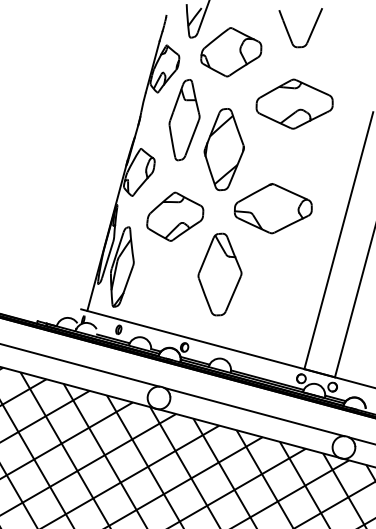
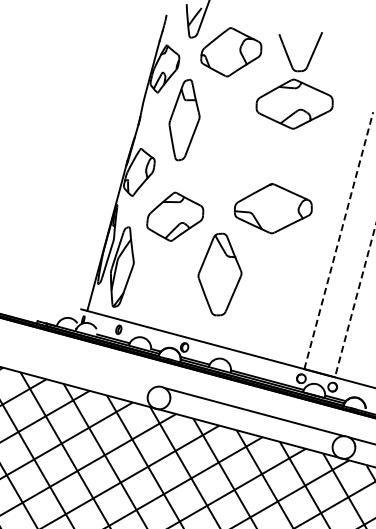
part at (310, 32) position: (310, 32) -> (310, 56)
part at (223, 149): present -> none
line at (338, 240): solid -> dashed
line at (355, 301): solid -> dashed
line at (80, 365): present -> none
